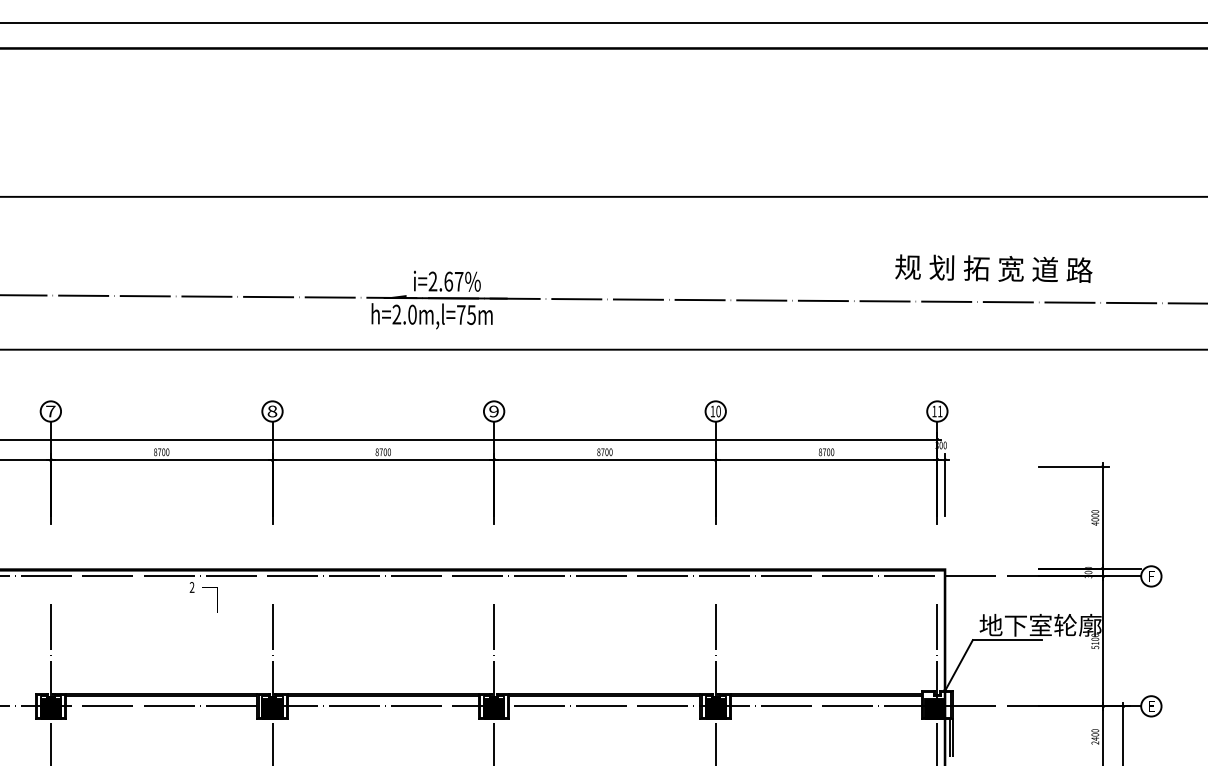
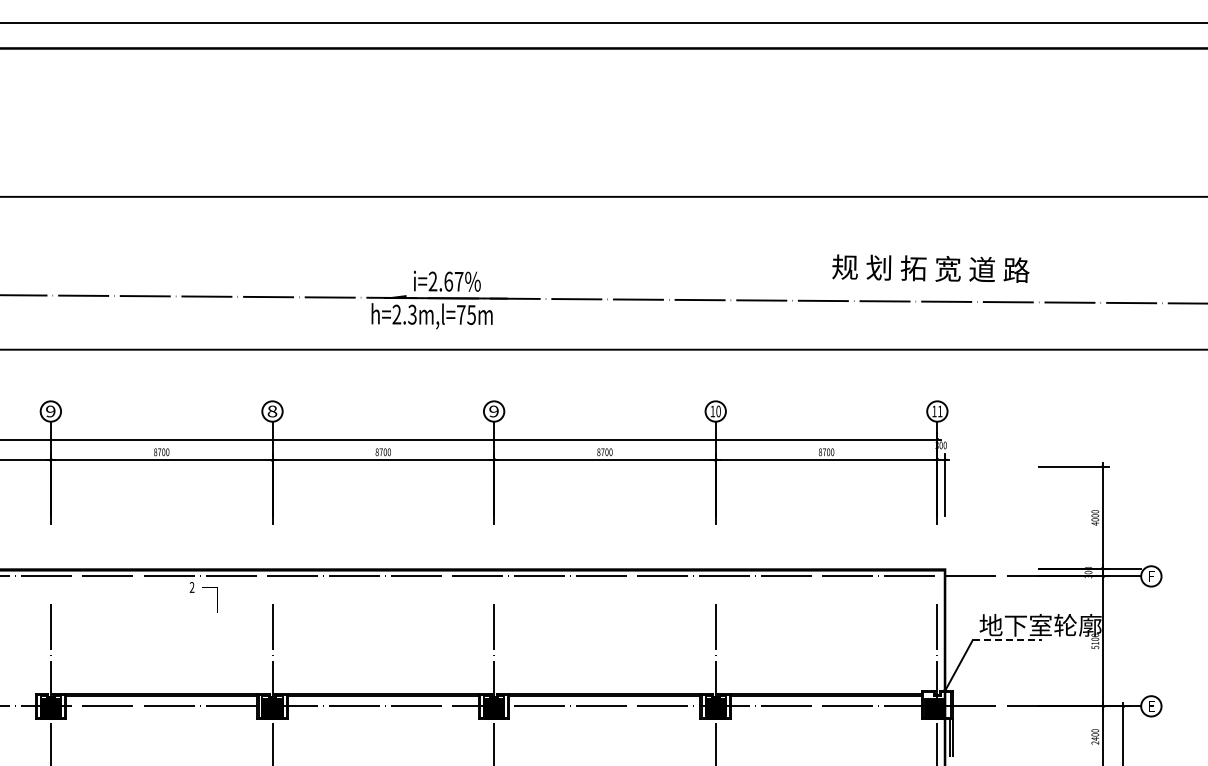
text at (993, 268) position: (993, 268) -> (930, 268)
text at (412, 314): h=2.0m,l=75m -> h=2.3m,l=75m
text at (50, 411): 7 -> 9
line at (1007, 640): solid -> dashed
